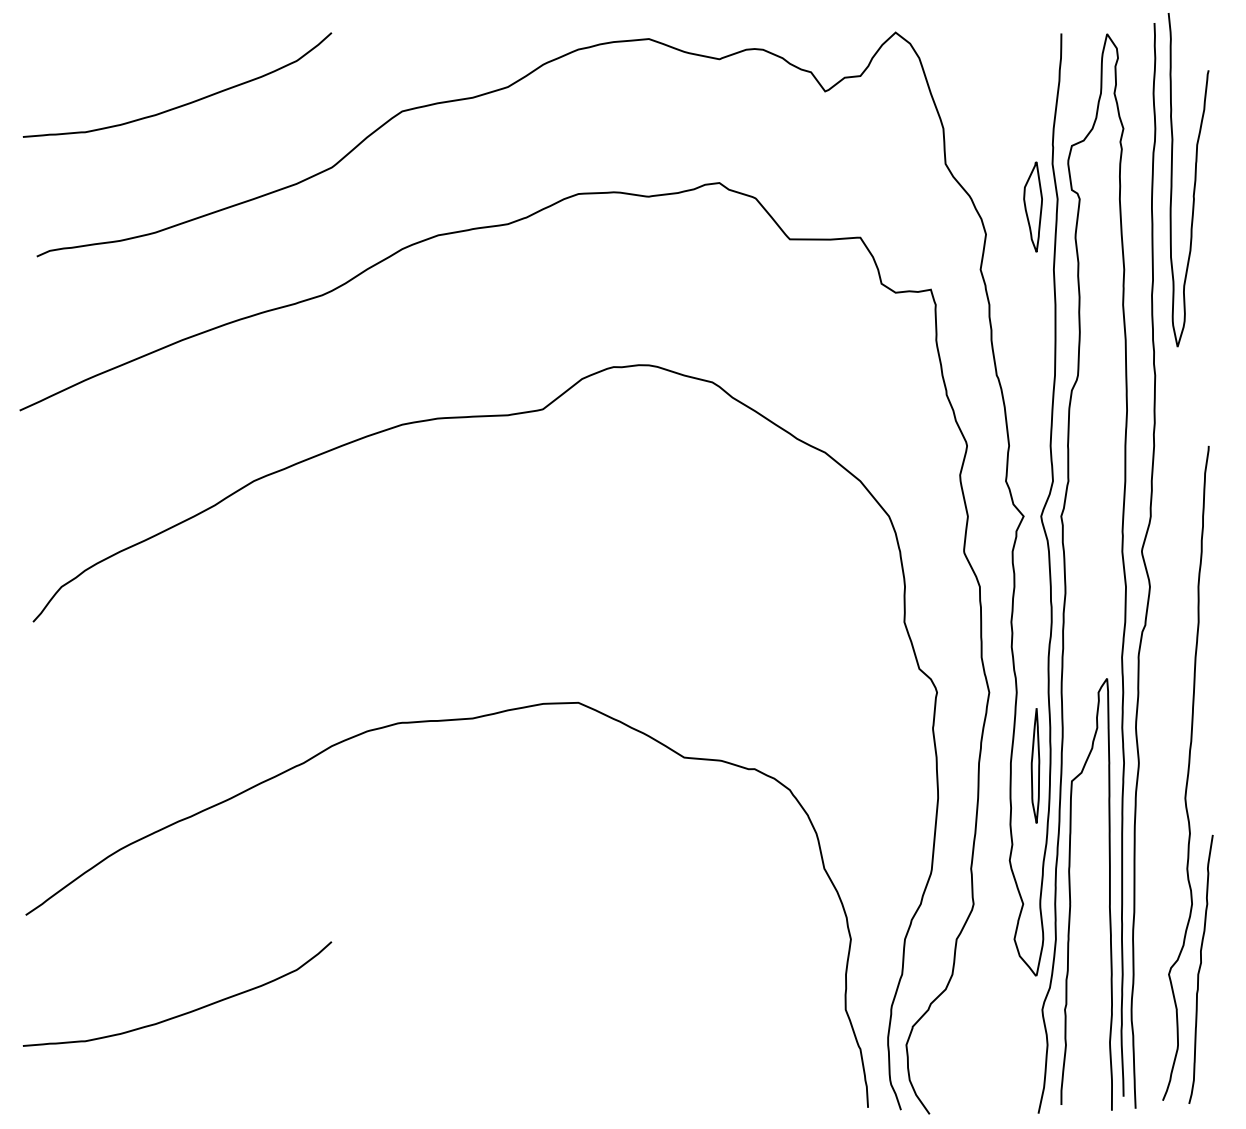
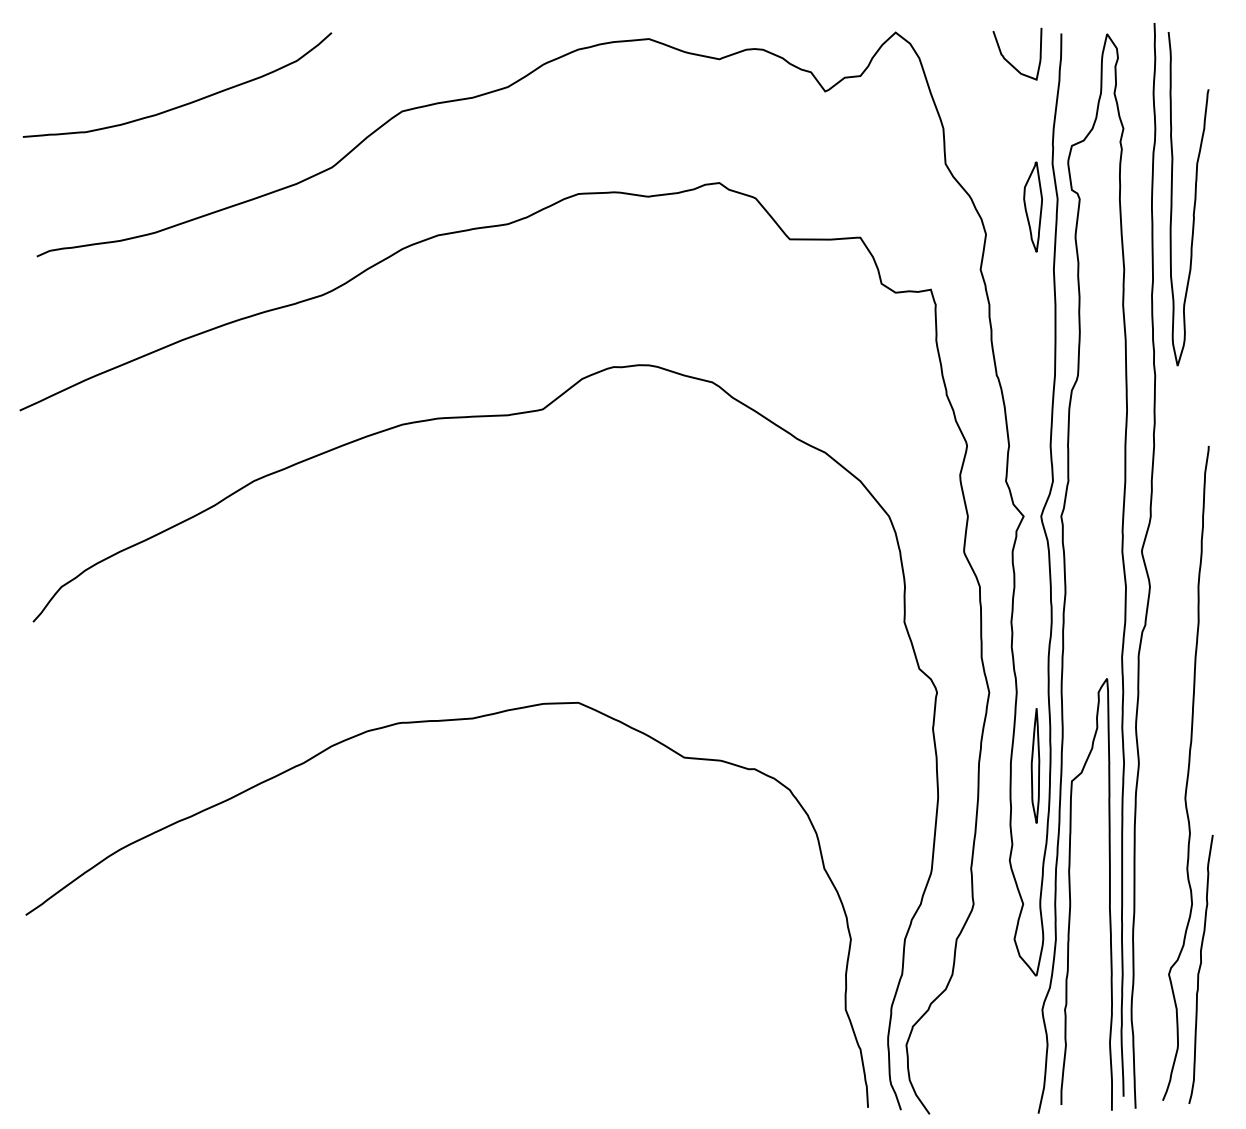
curve at (1009, 61): none -> present
curve at (1194, 180) position: (1194, 180) -> (1194, 199)
curve at (185, 1012): present -> none
